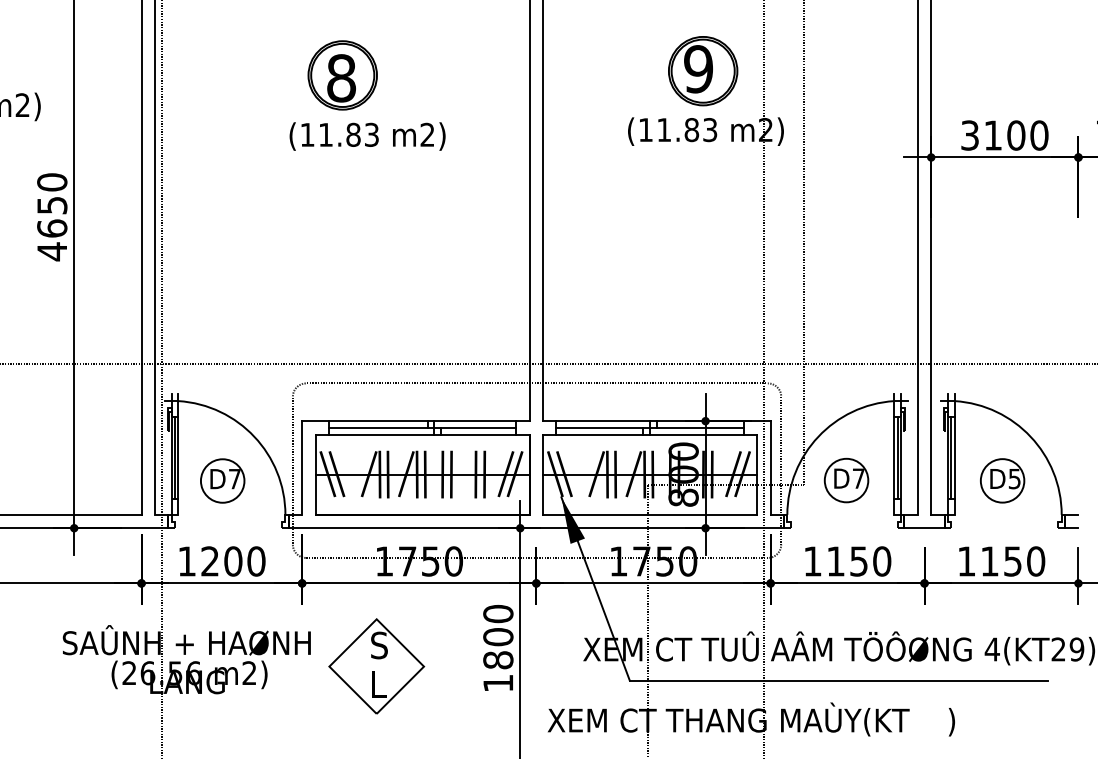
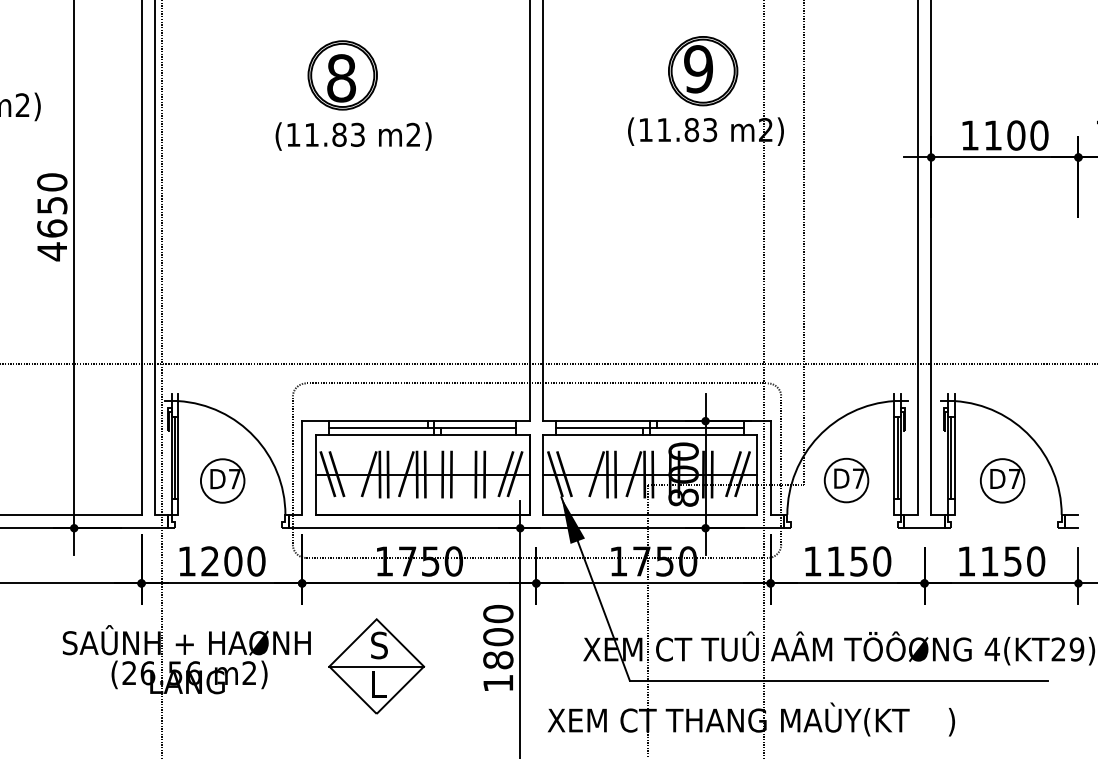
text at (969, 135): 3100 -> 1100
text at (367, 136) position: (367, 136) -> (353, 136)
text at (1014, 479): D5 -> D7
line at (376, 666): none -> present
